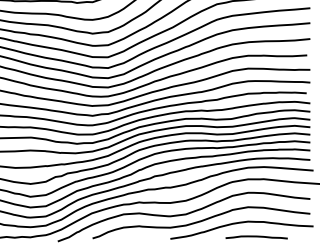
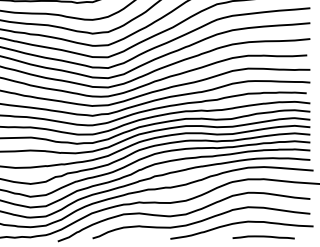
curve at (256, 237) position: (256, 237) -> (263, 237)
